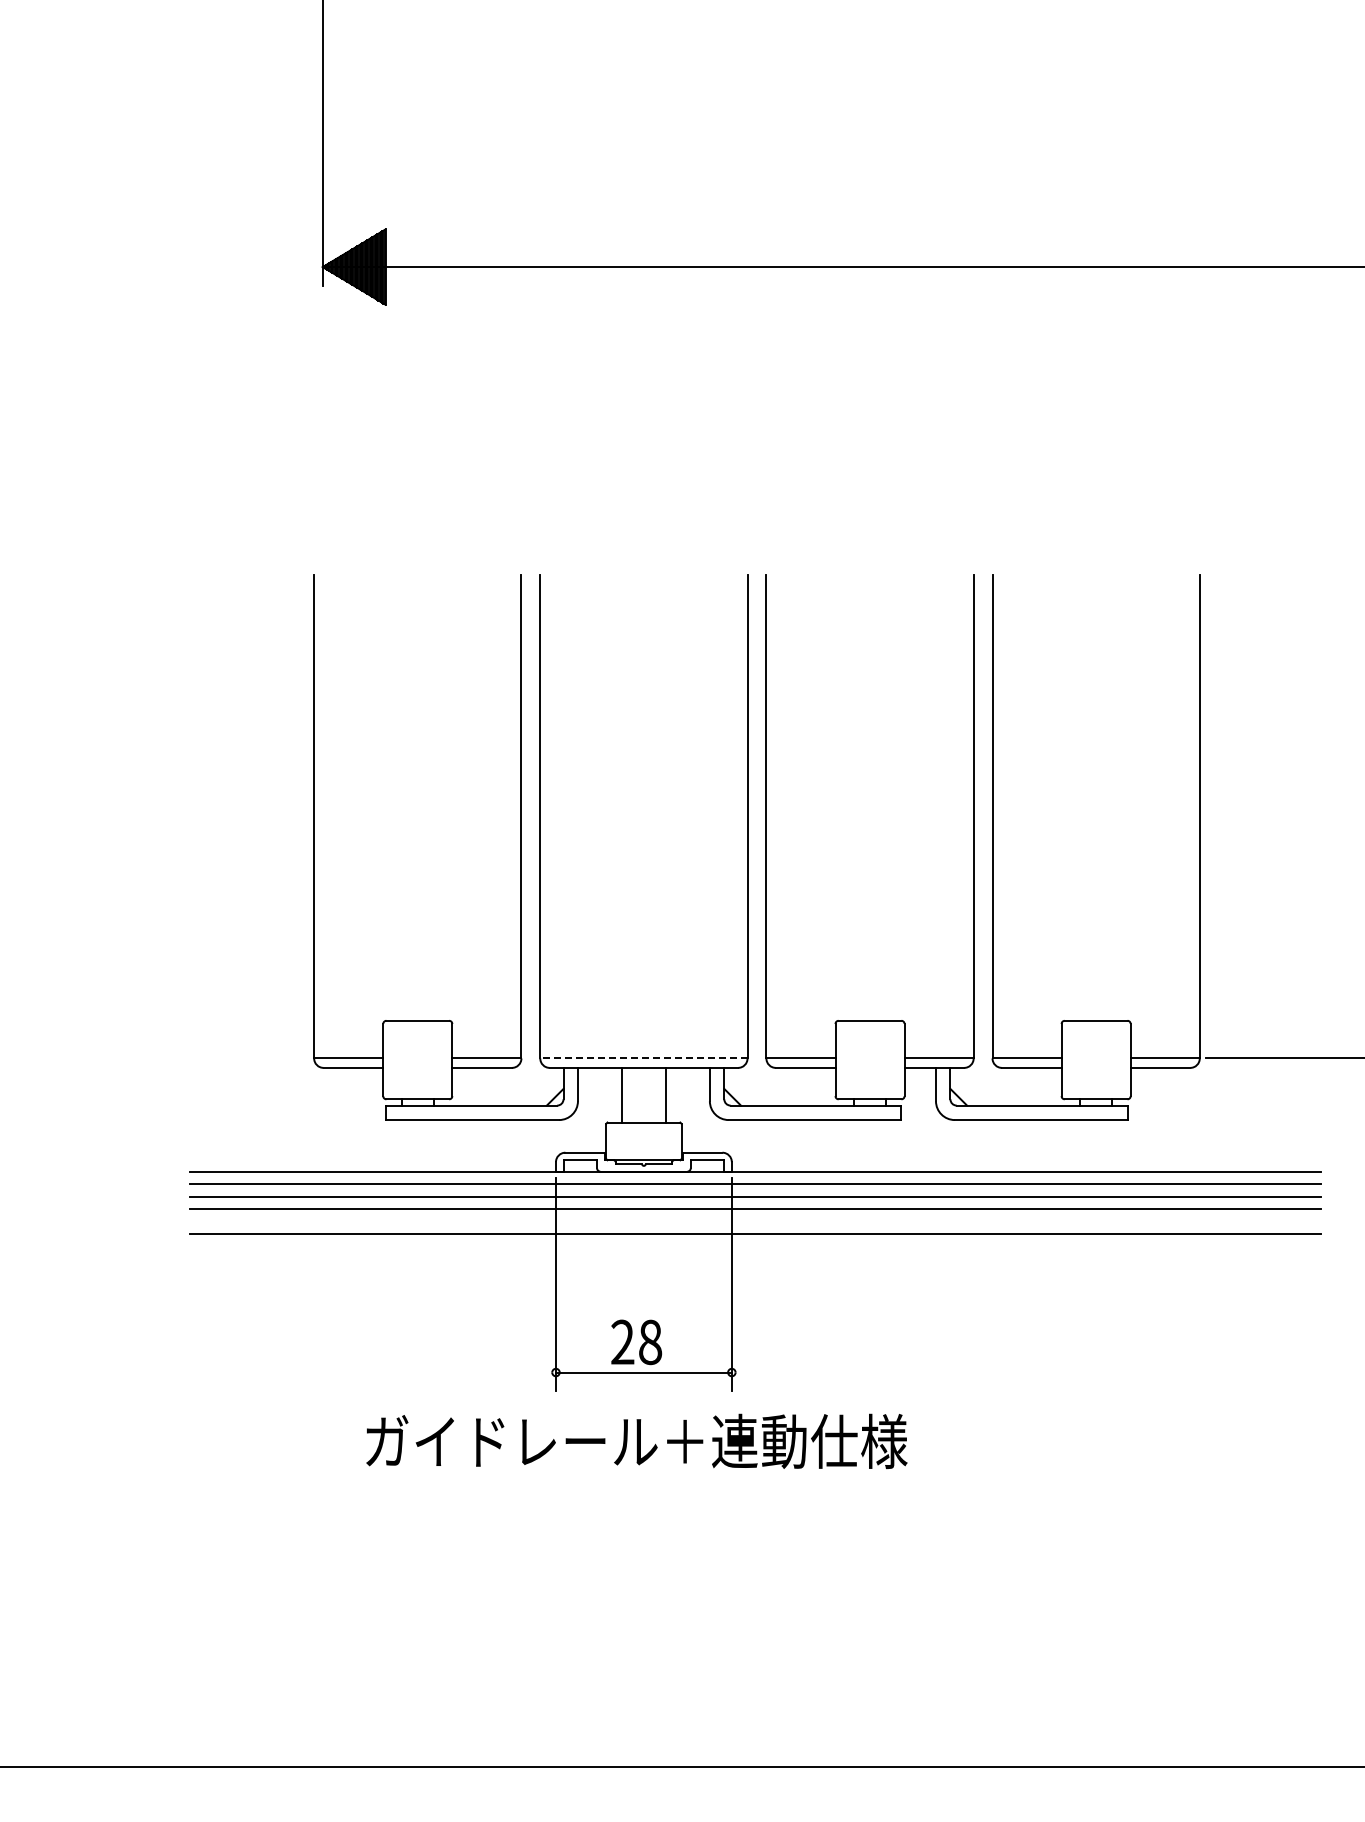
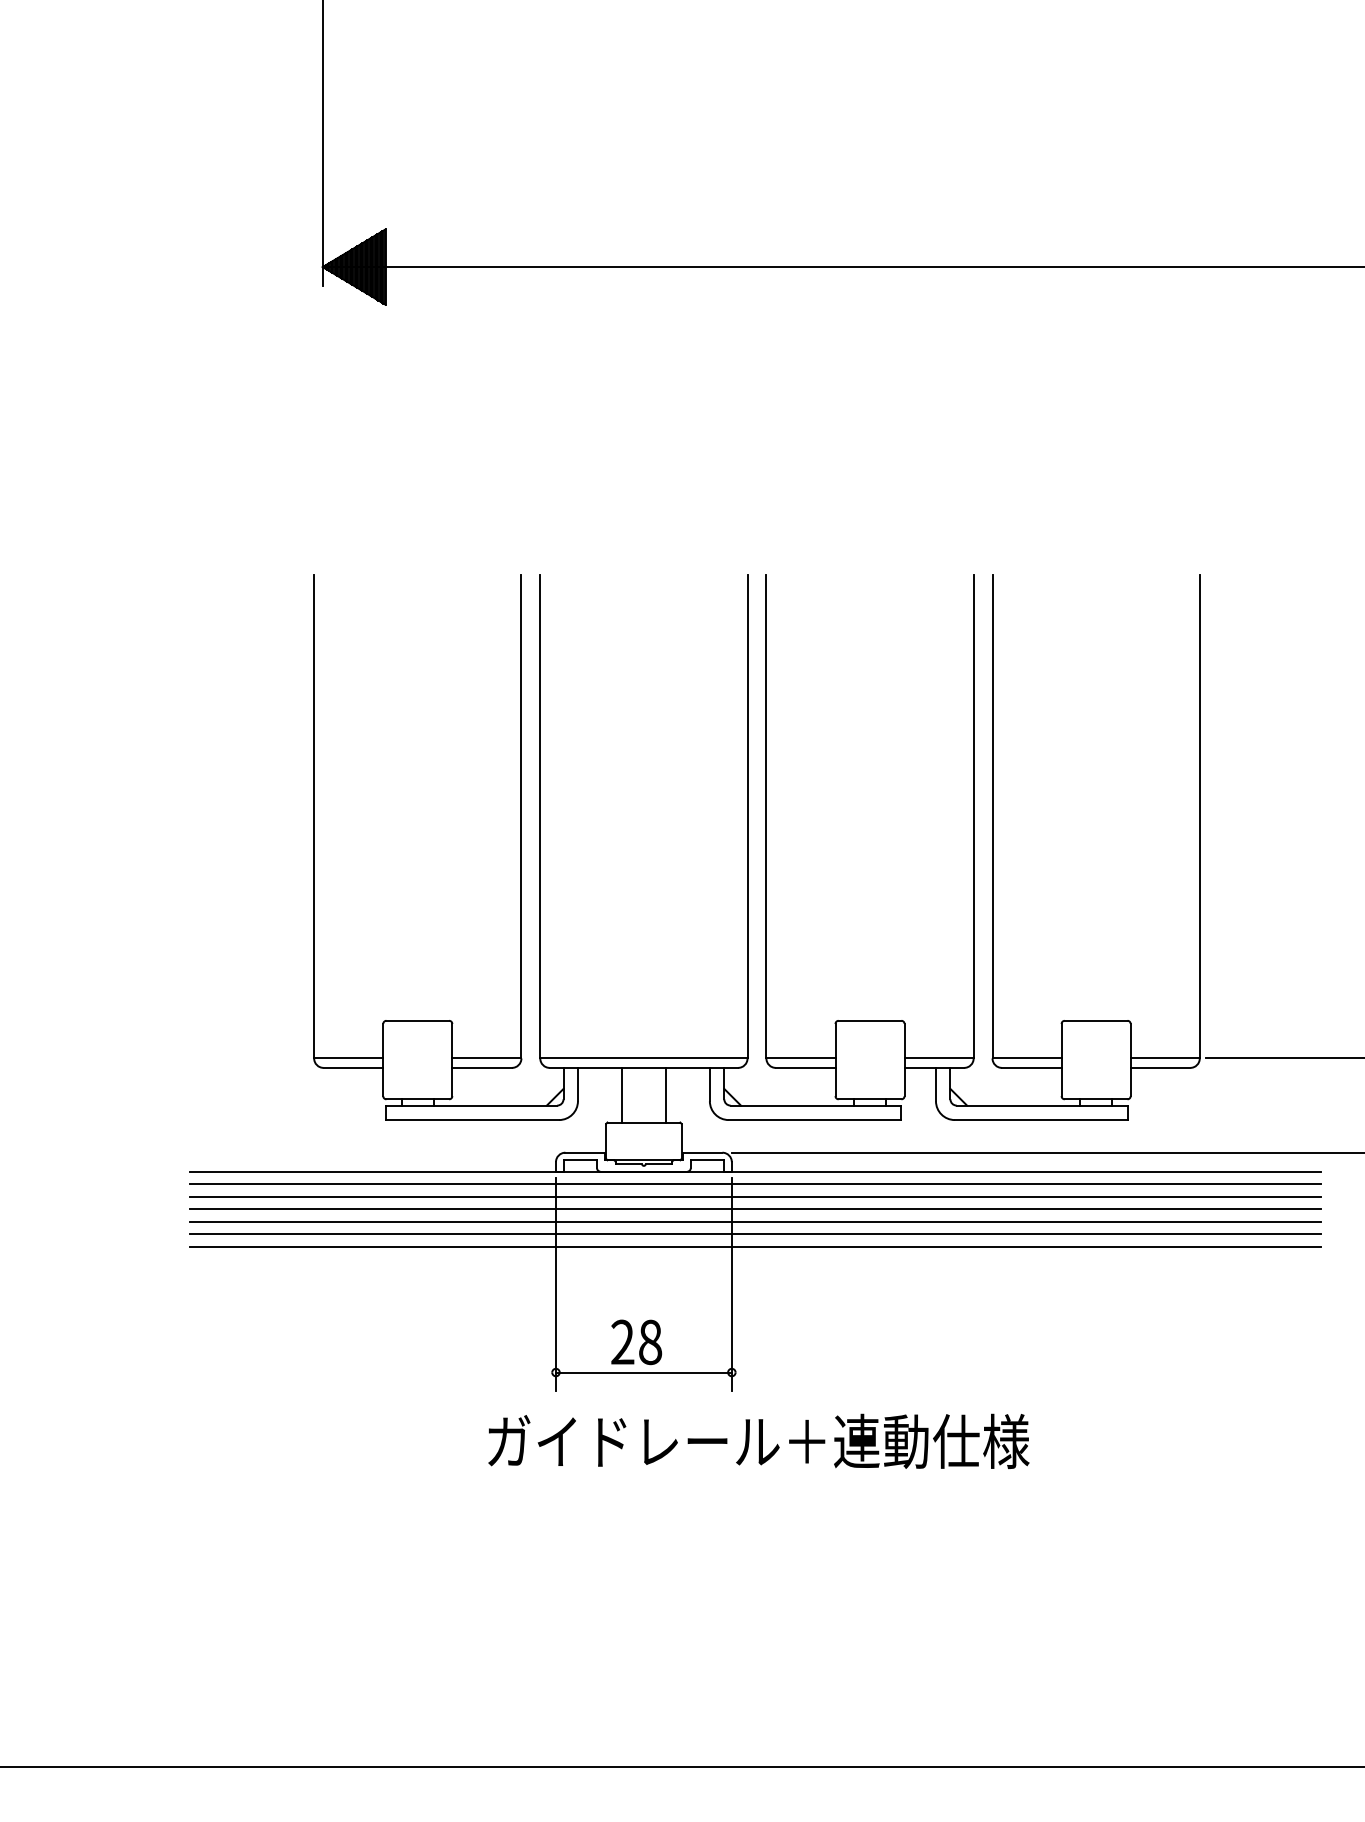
line at (643, 1058): dashed -> solid
line at (1046, 1152): none -> present
line at (755, 1221): none -> present
line at (755, 1246): none -> present
text at (636, 1440) position: (636, 1440) -> (758, 1440)
